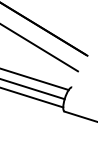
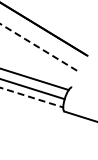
line at (39, 47): solid -> dashed
line at (31, 97): solid -> dashed
